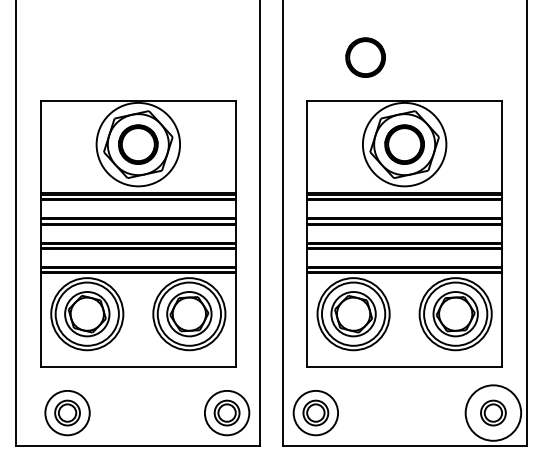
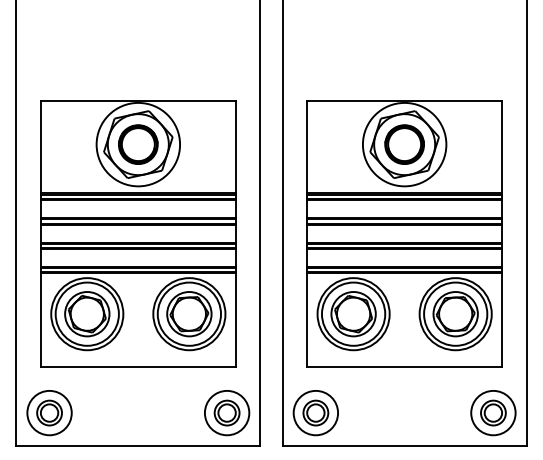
part at (365, 57): present -> none
circle at (493, 412) diameter: 55 px -> 44 px
part at (67, 413) position: (67, 413) -> (49, 413)
